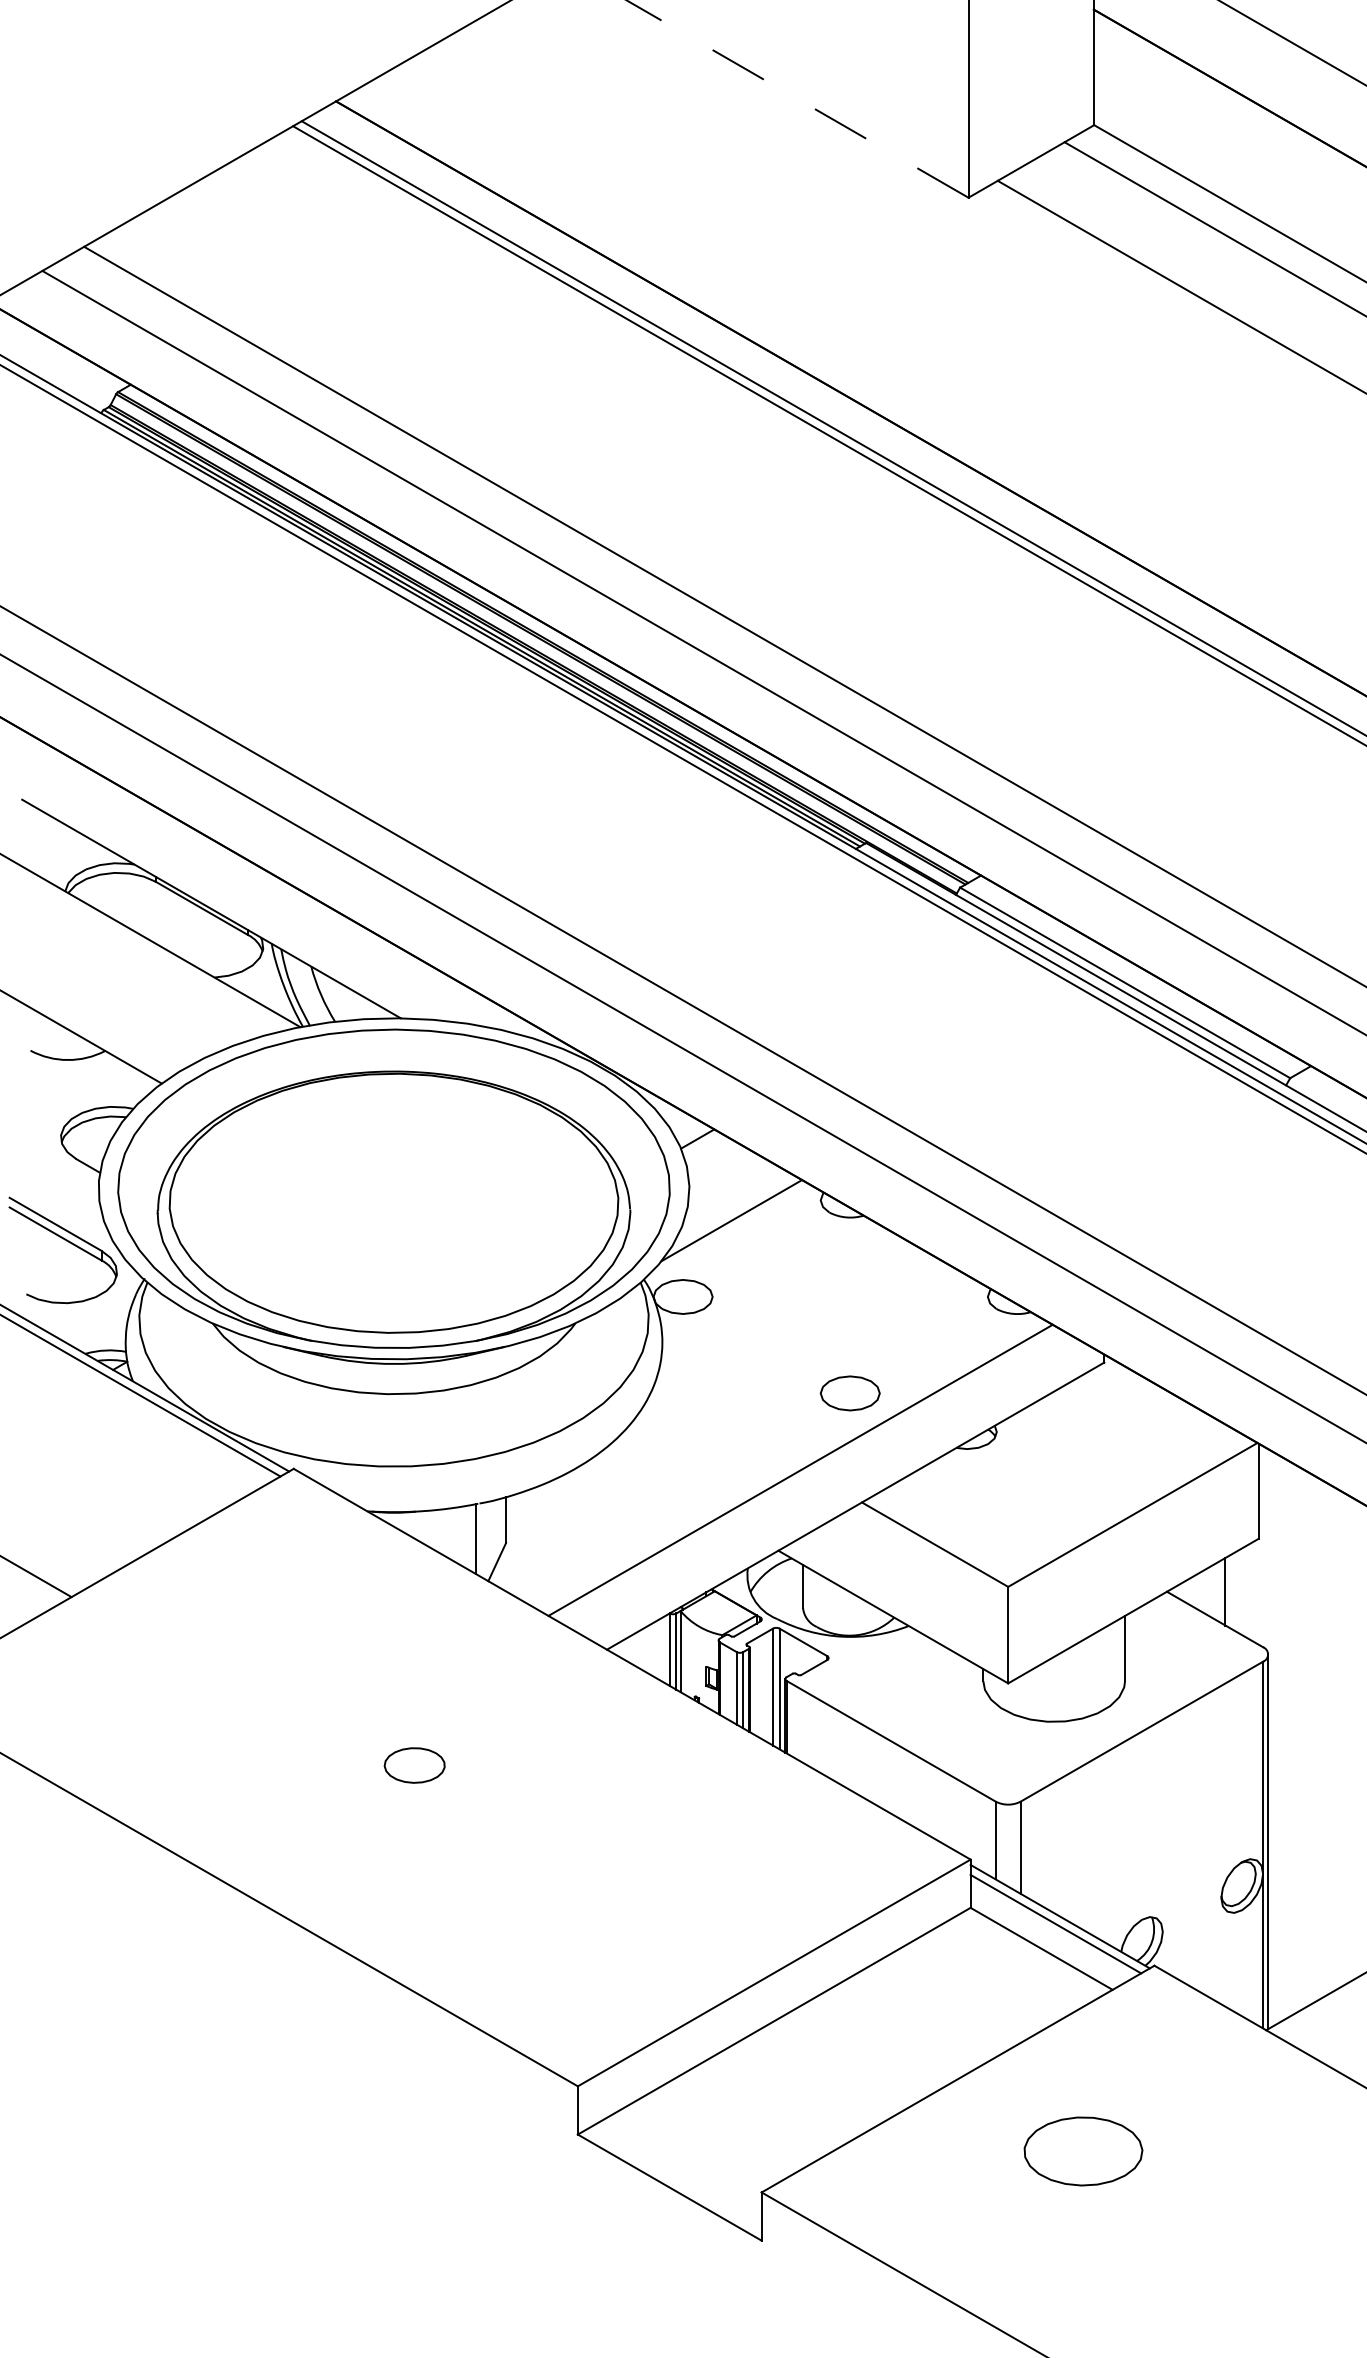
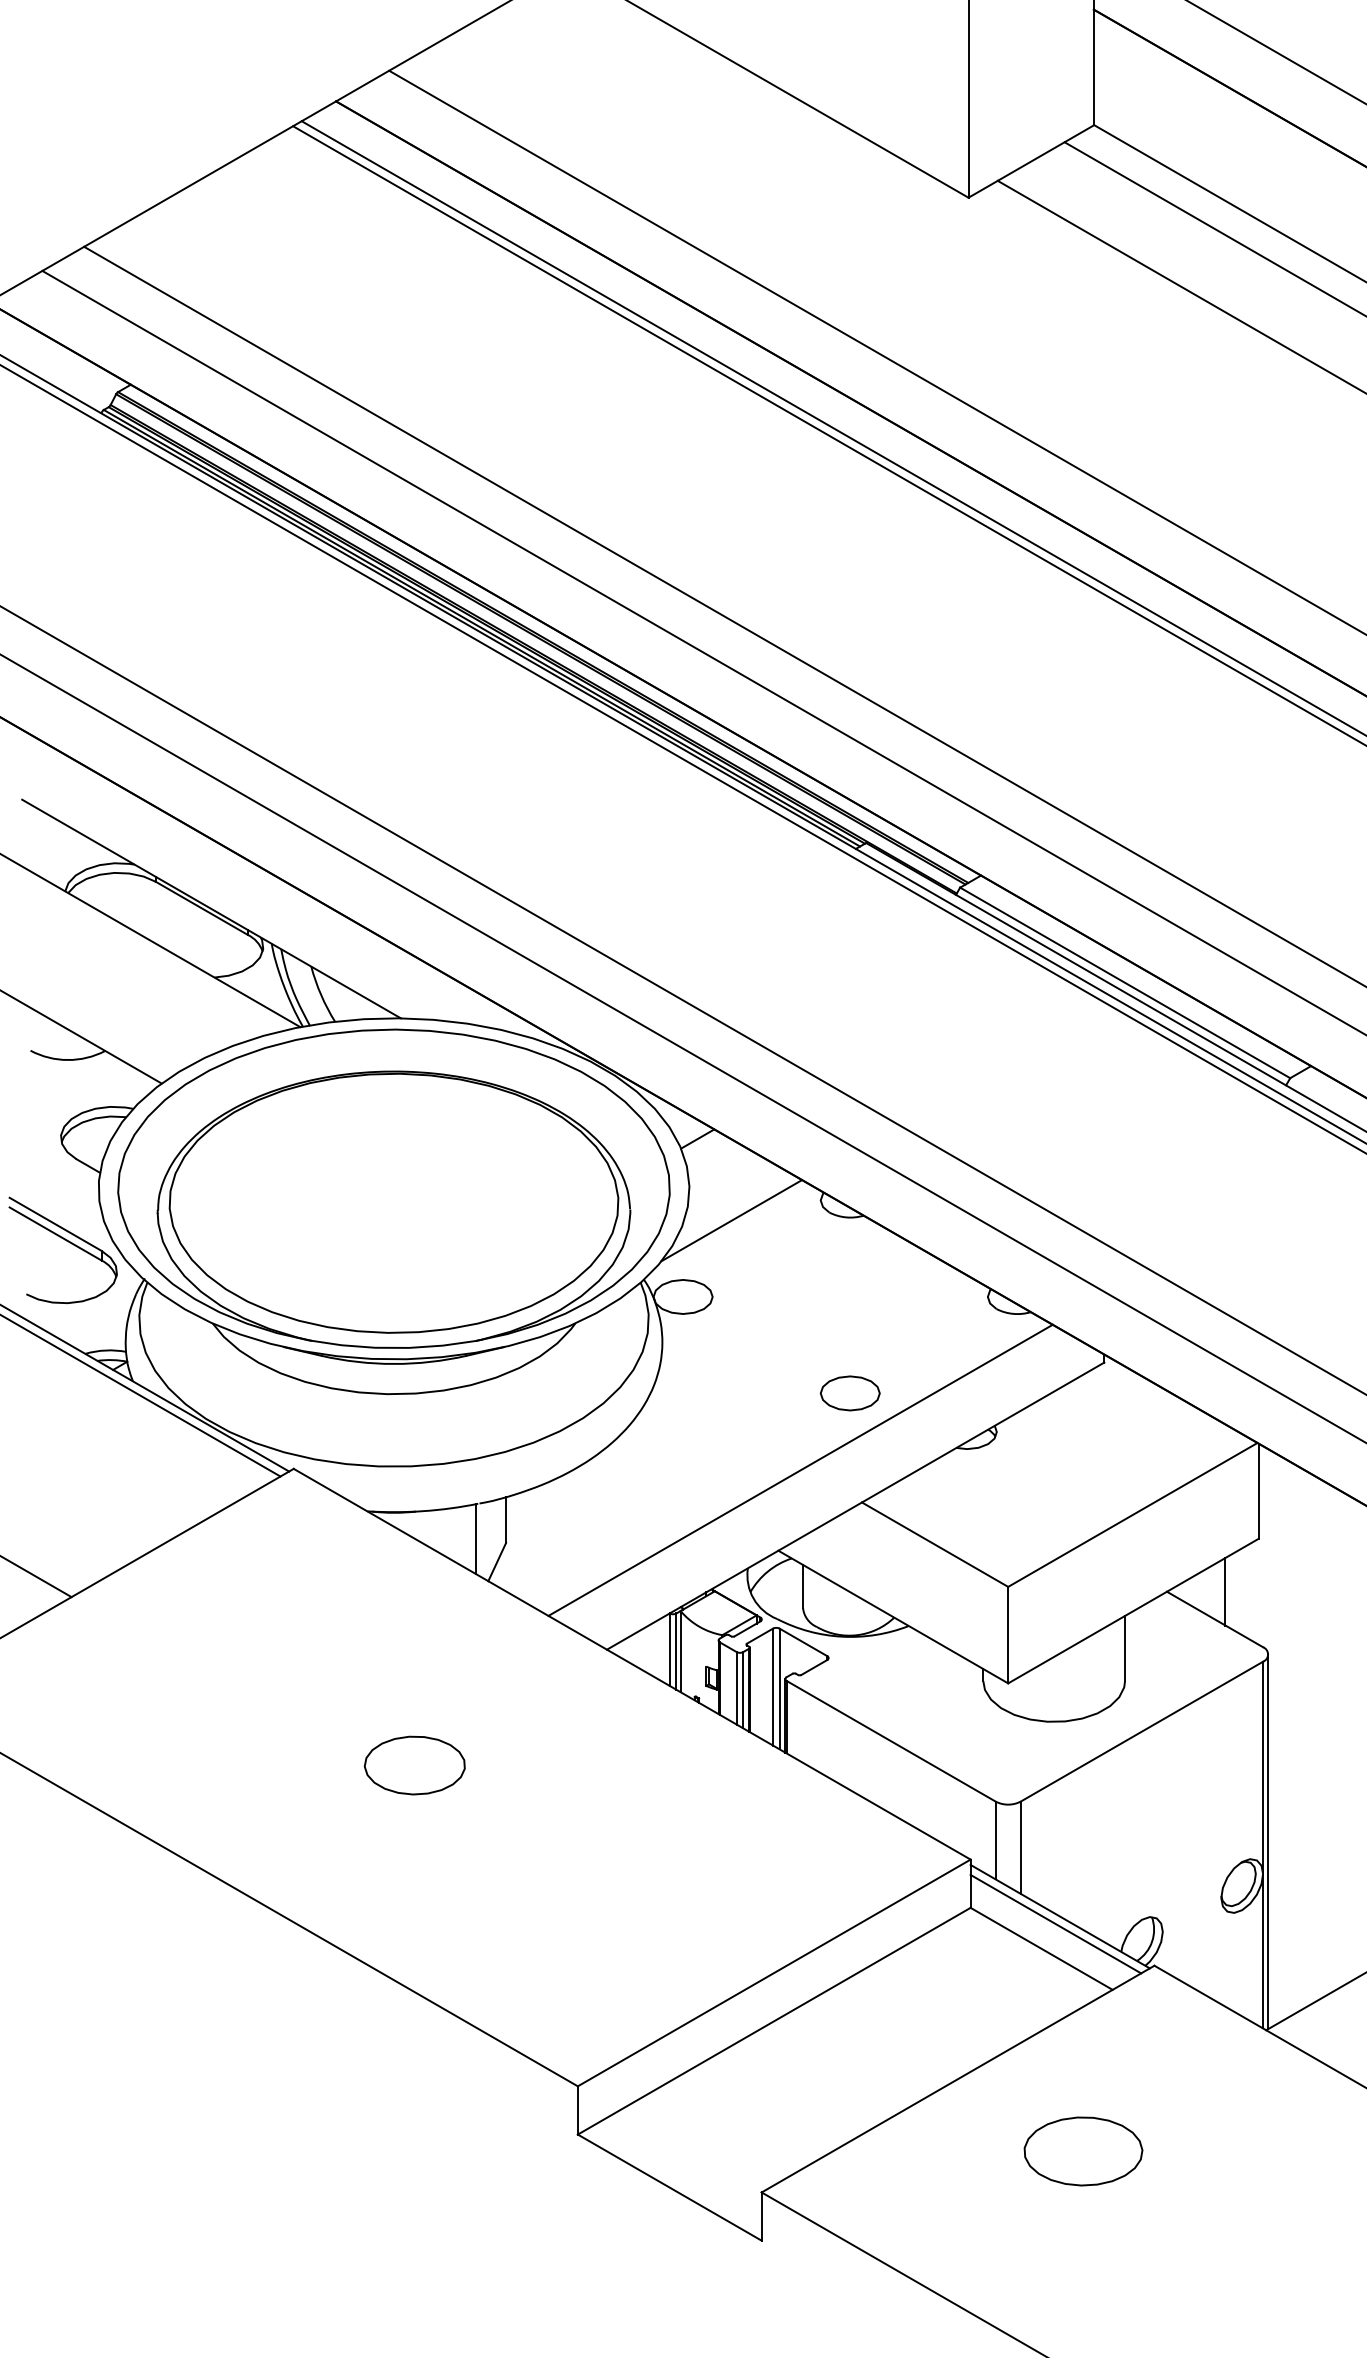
line at (1292, 42) position: (1292, 42) -> (1276, 52)
line at (797, 98): dashed -> solid
line at (876, 351): none -> present
part at (414, 1765) size: 63x37 px -> 103x61 px
